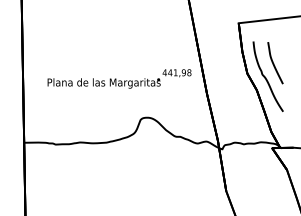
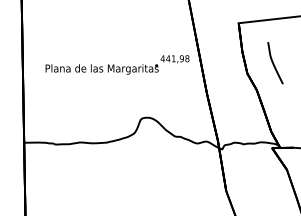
curve at (266, 77): present -> none
text at (119, 78) position: (119, 78) -> (117, 64)
